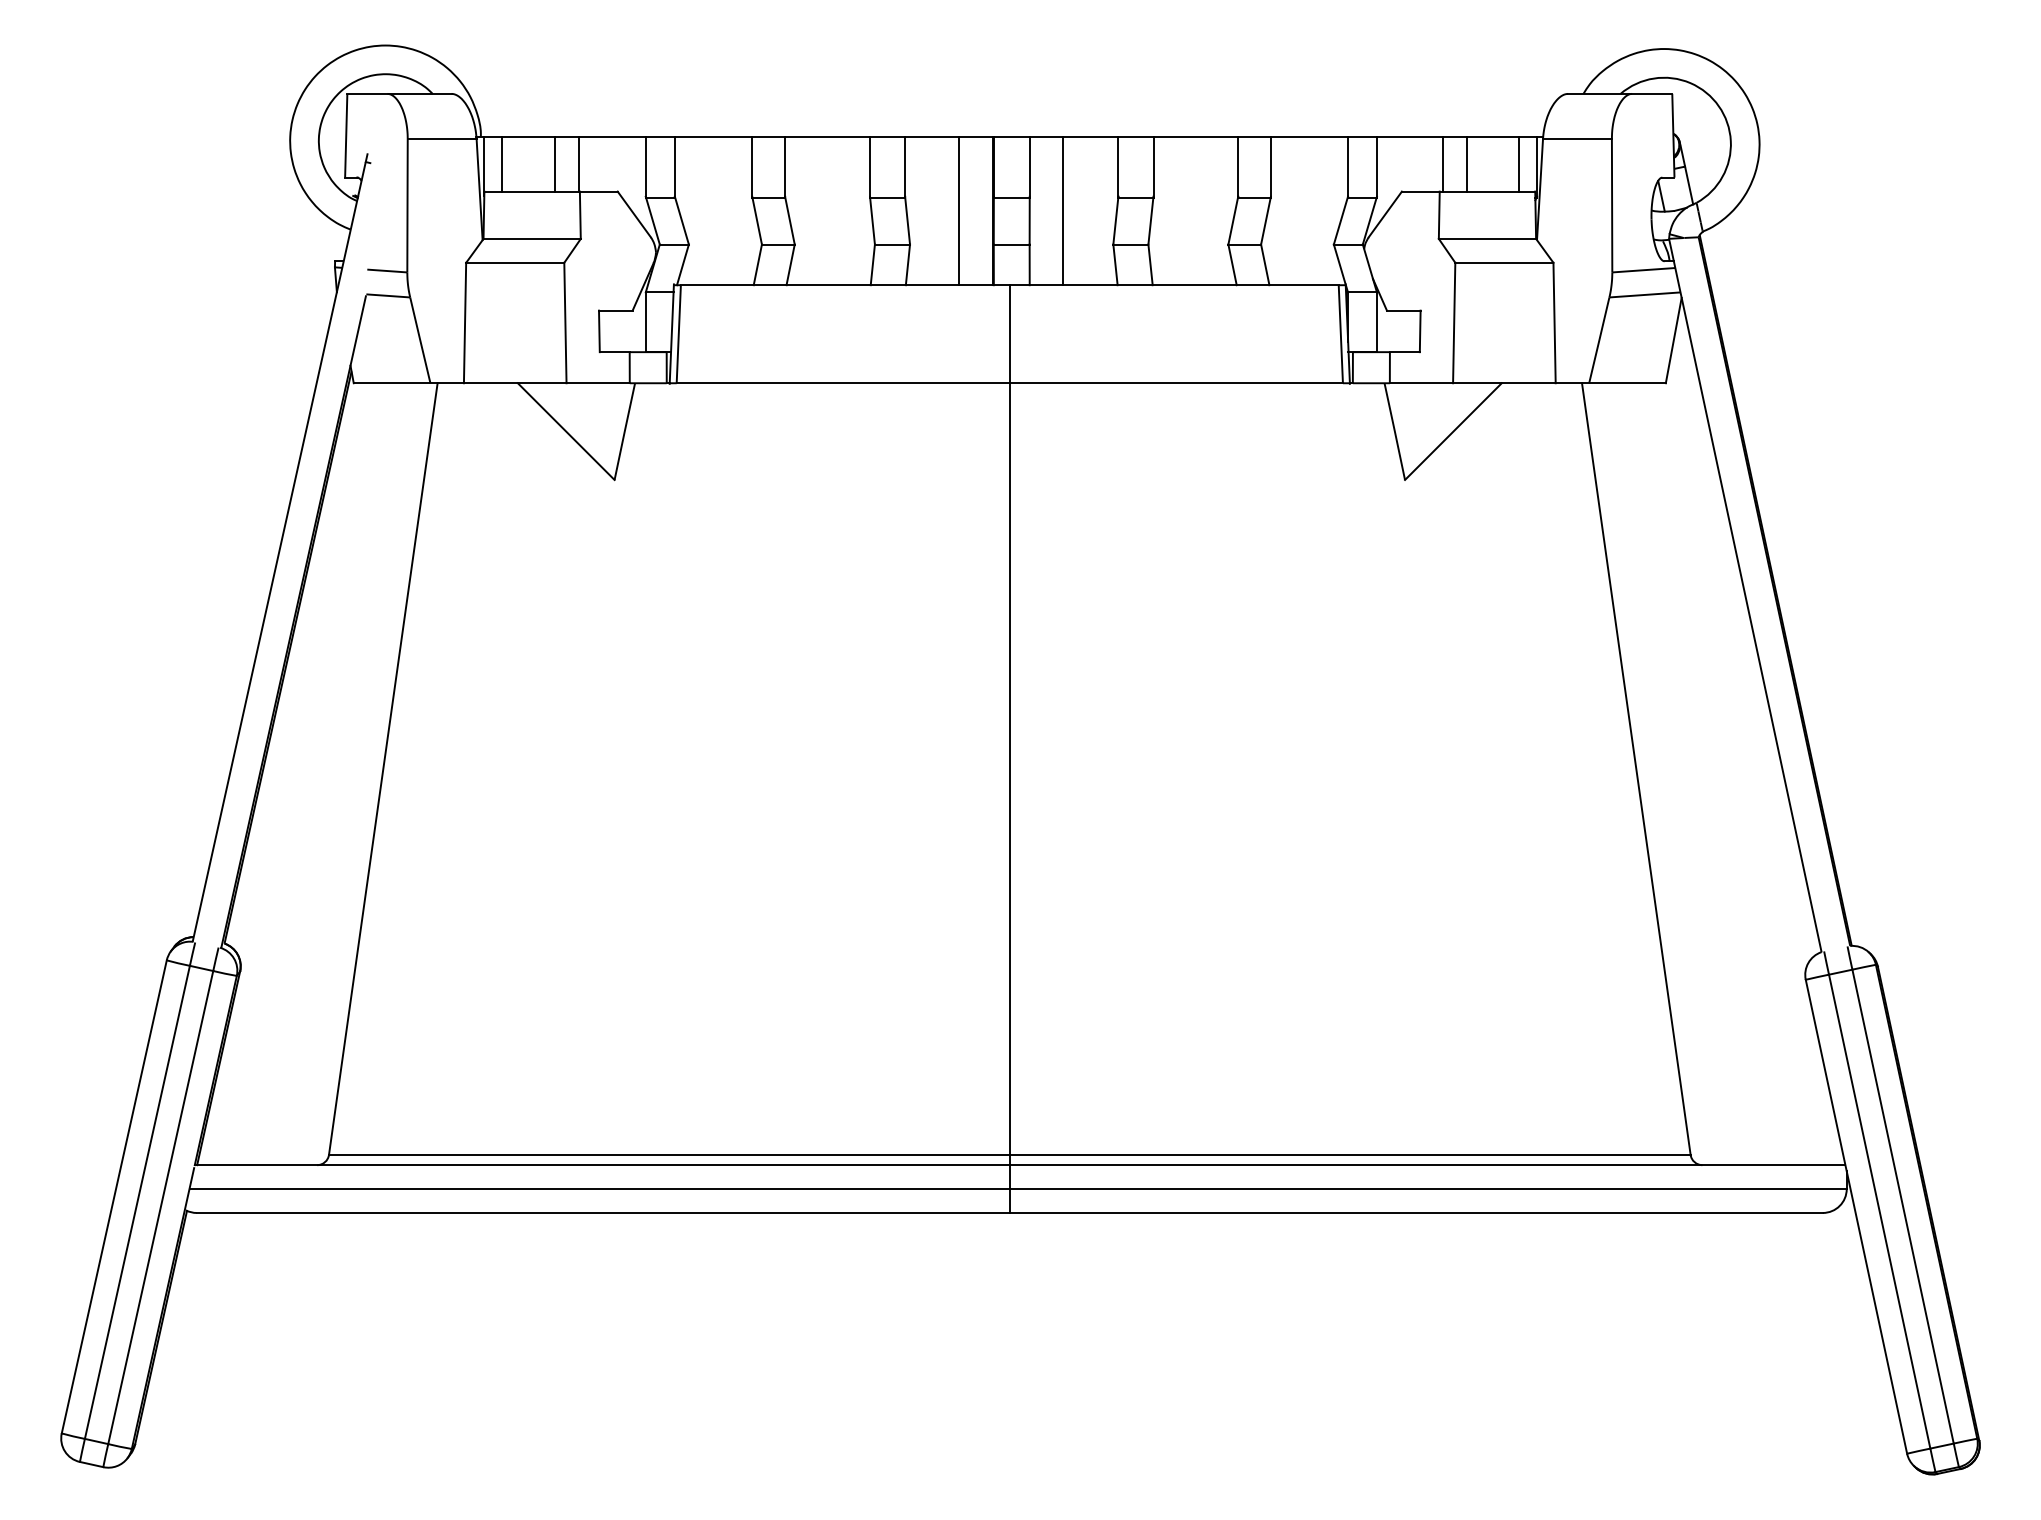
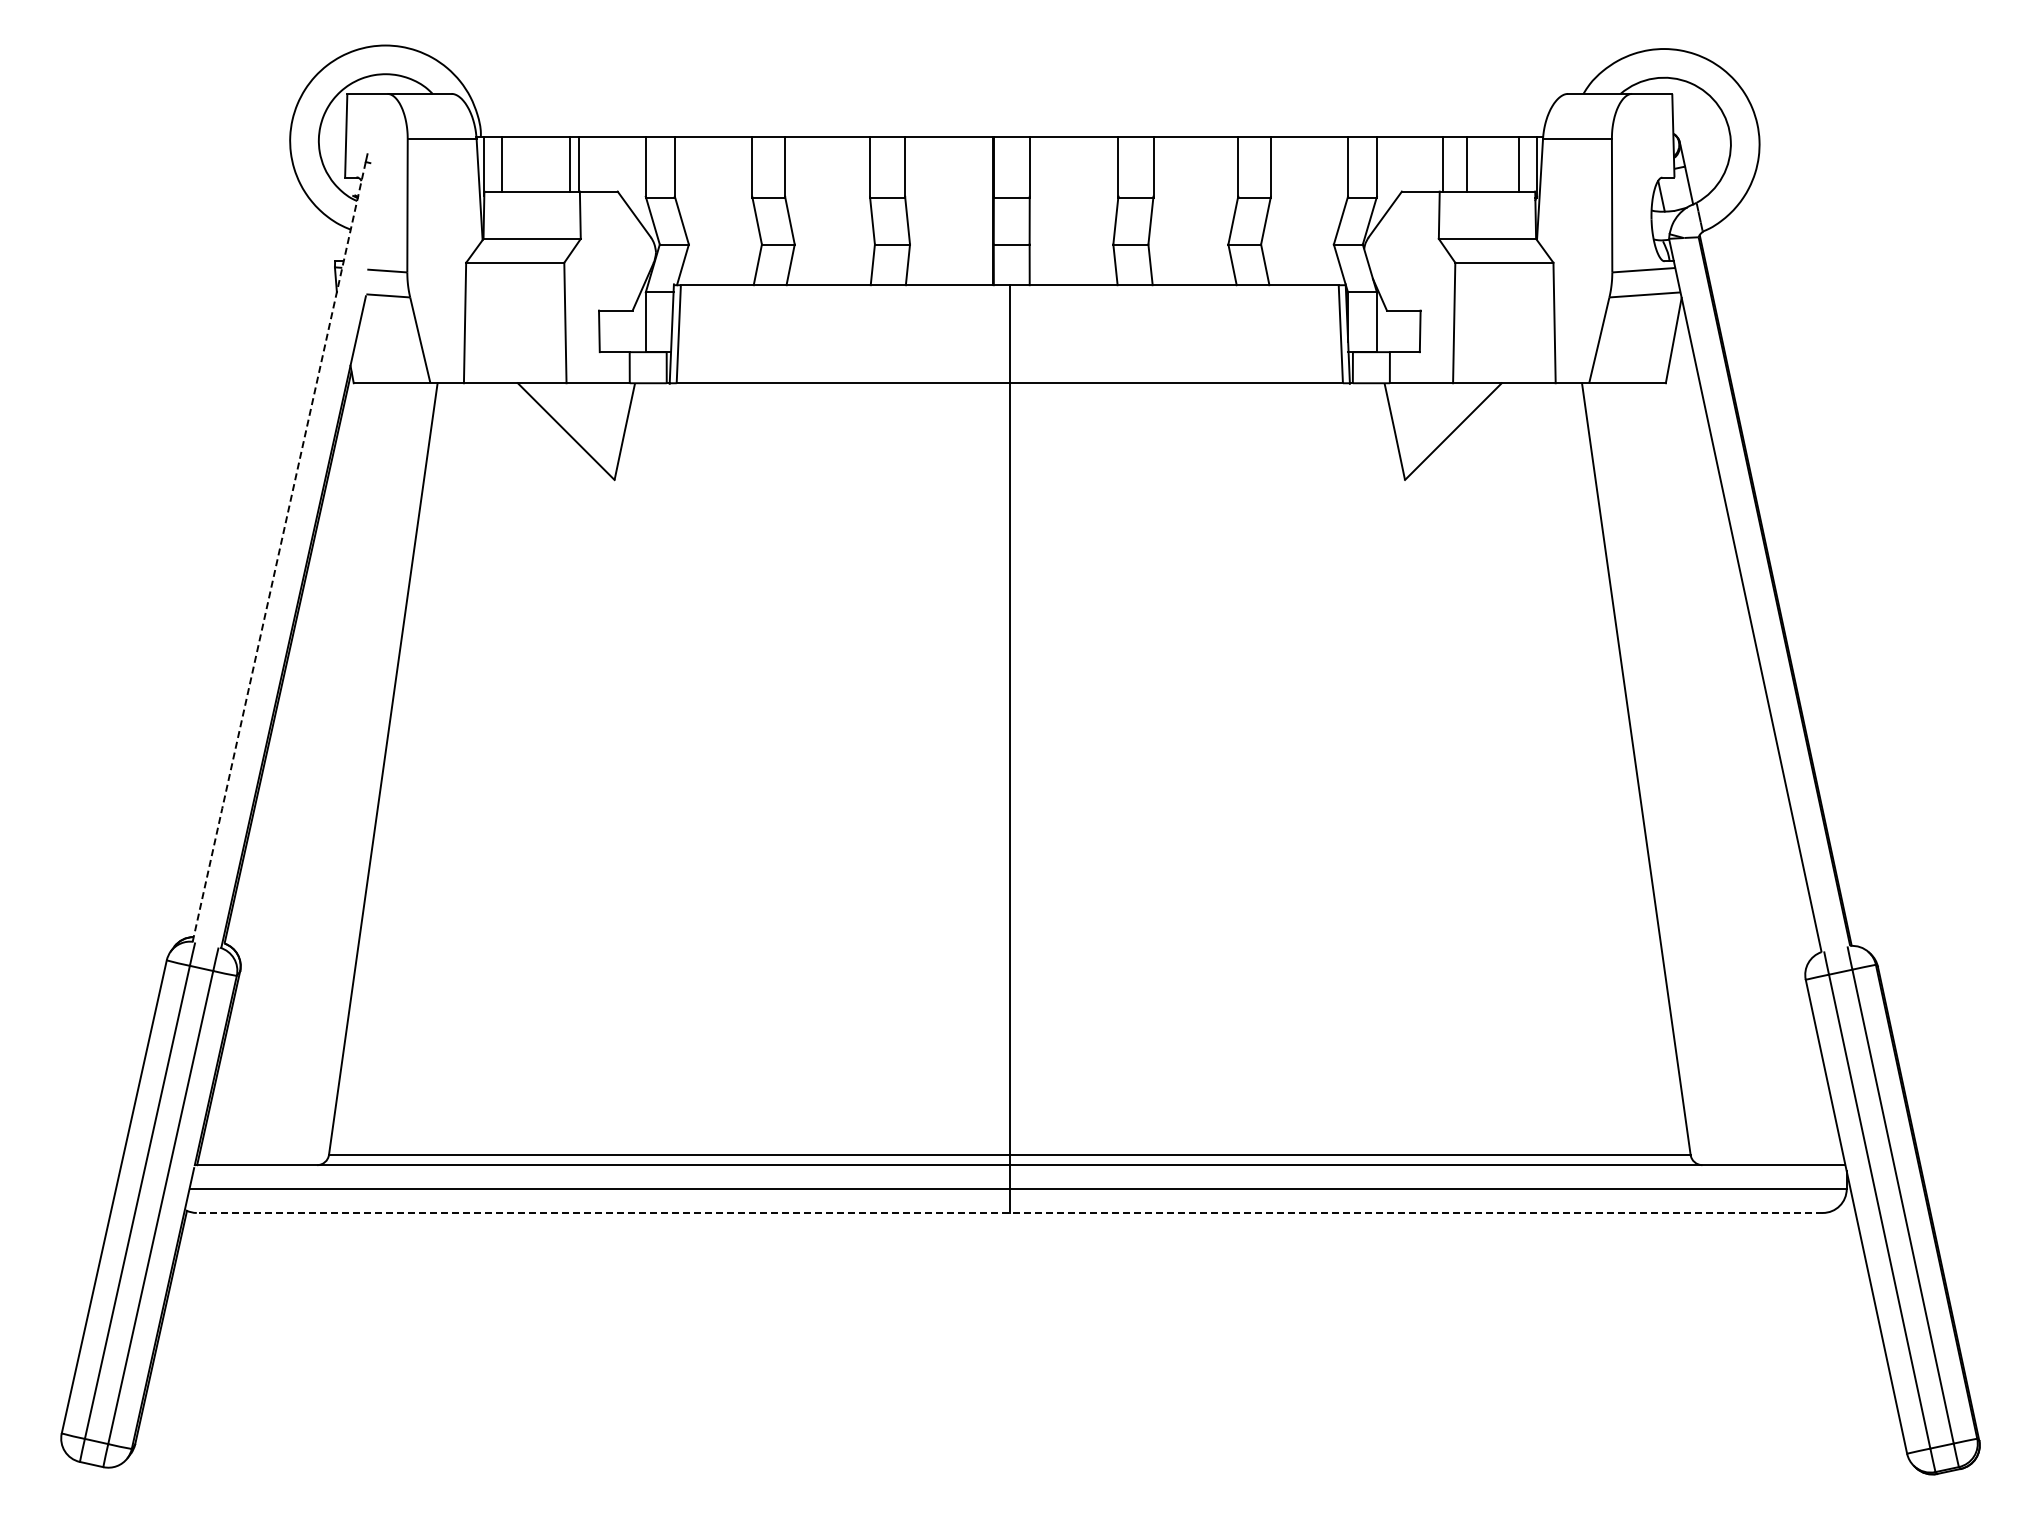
line at (555, 163) position: (555, 163) -> (570, 163)
line at (958, 210): present -> none
line at (1062, 210): present -> none
line at (279, 552): solid -> dashed
line at (1009, 1212): solid -> dashed
